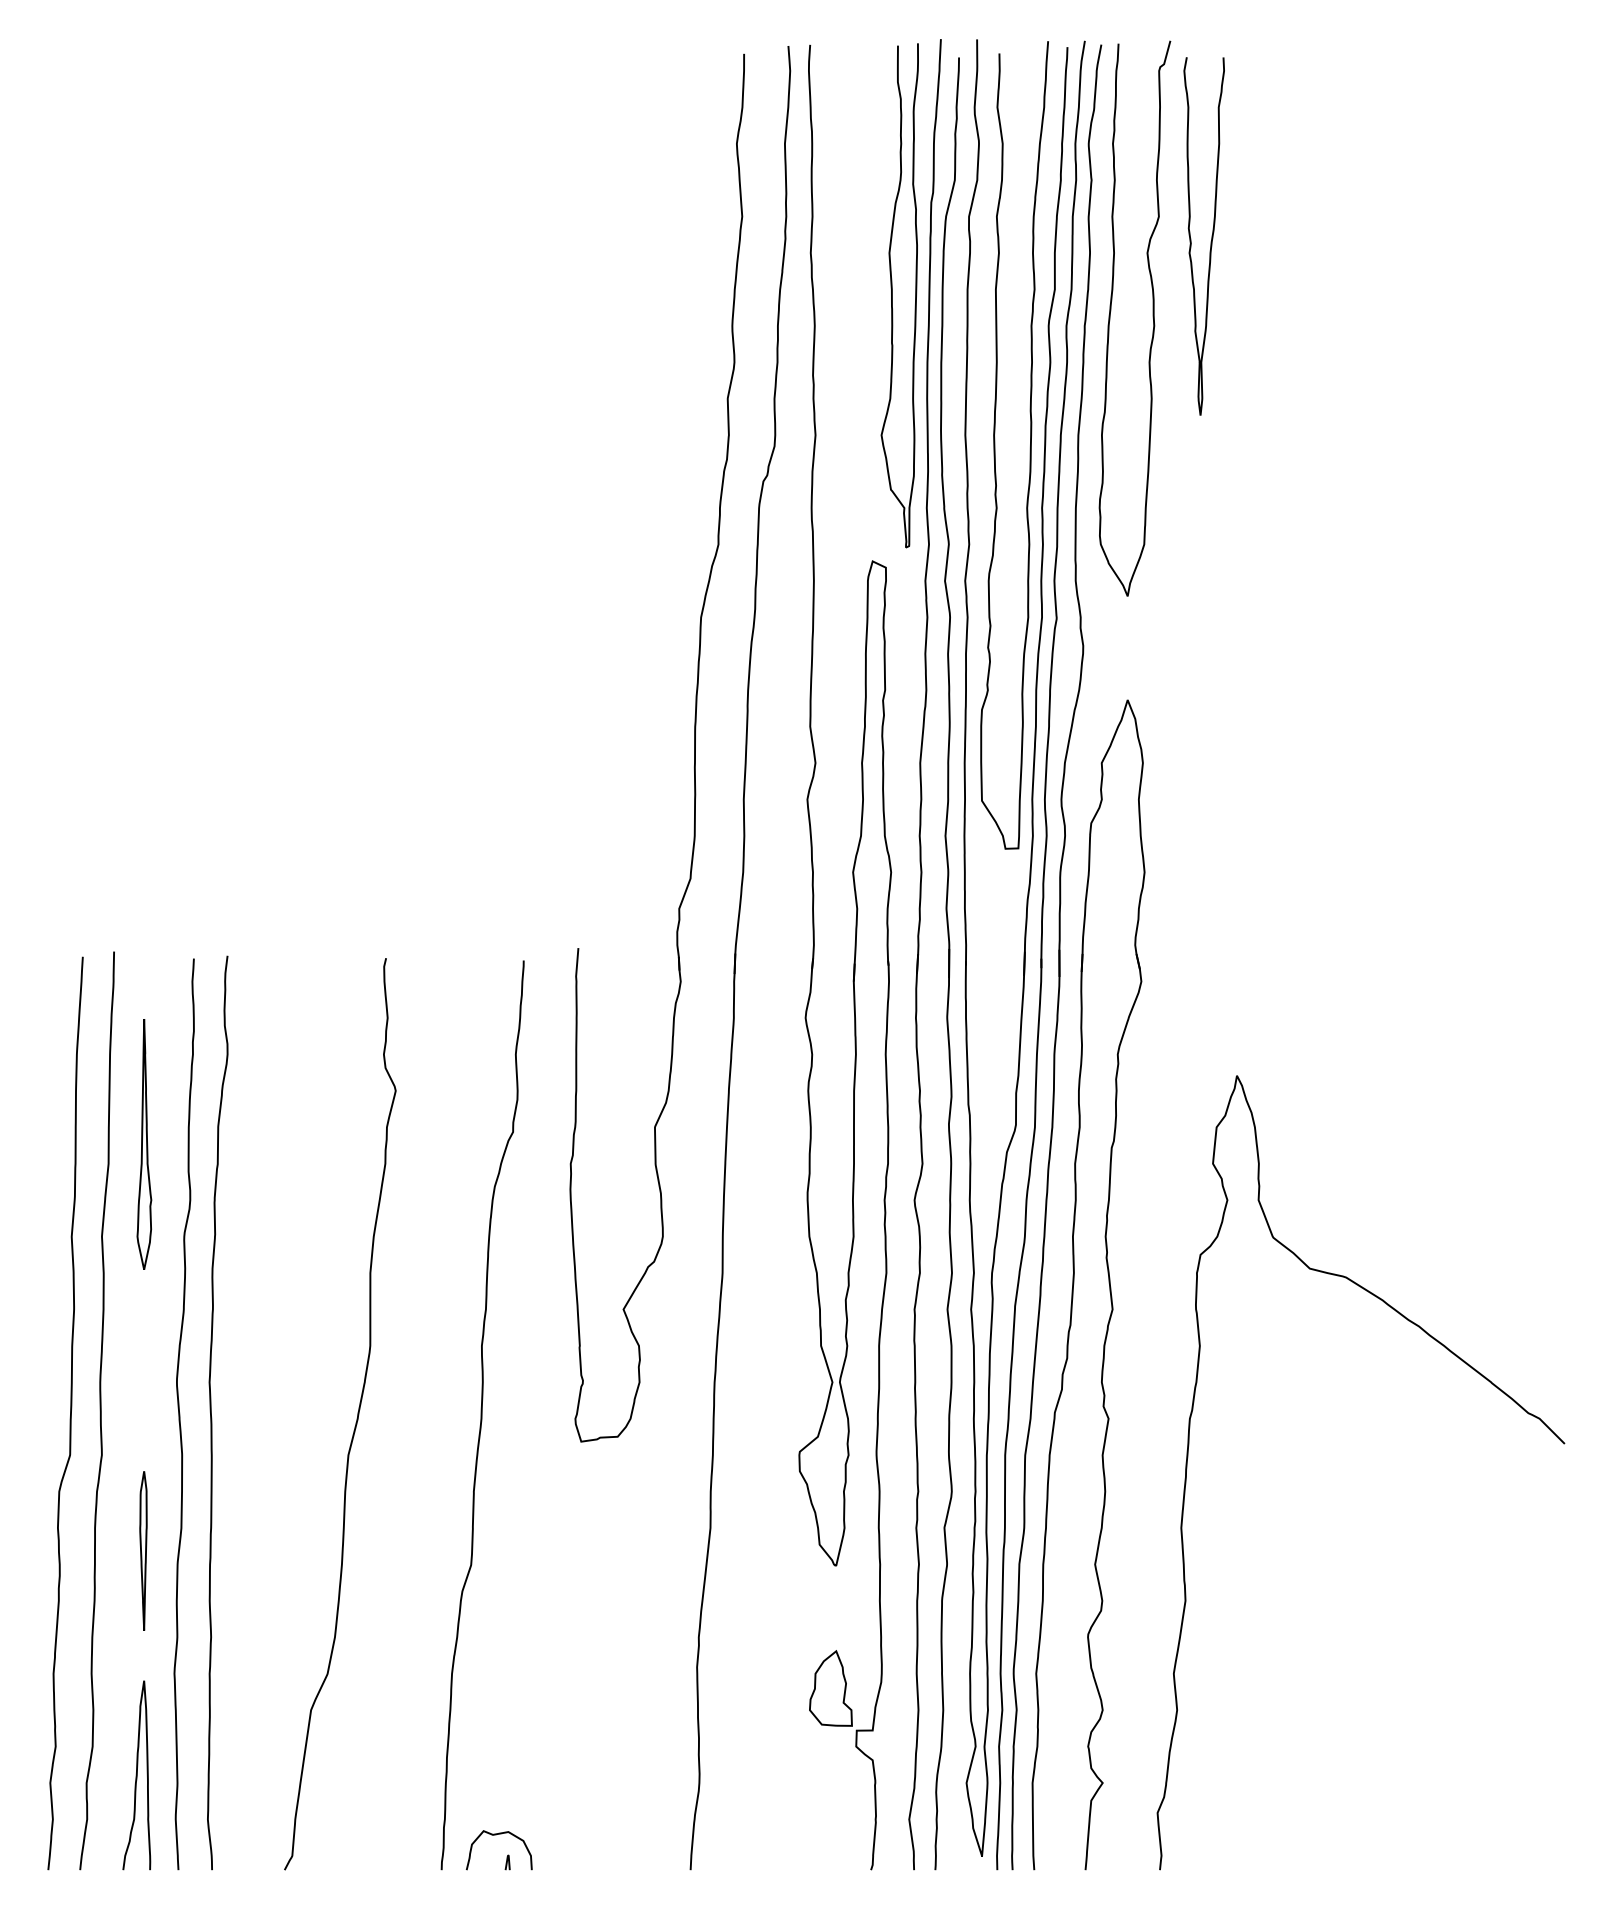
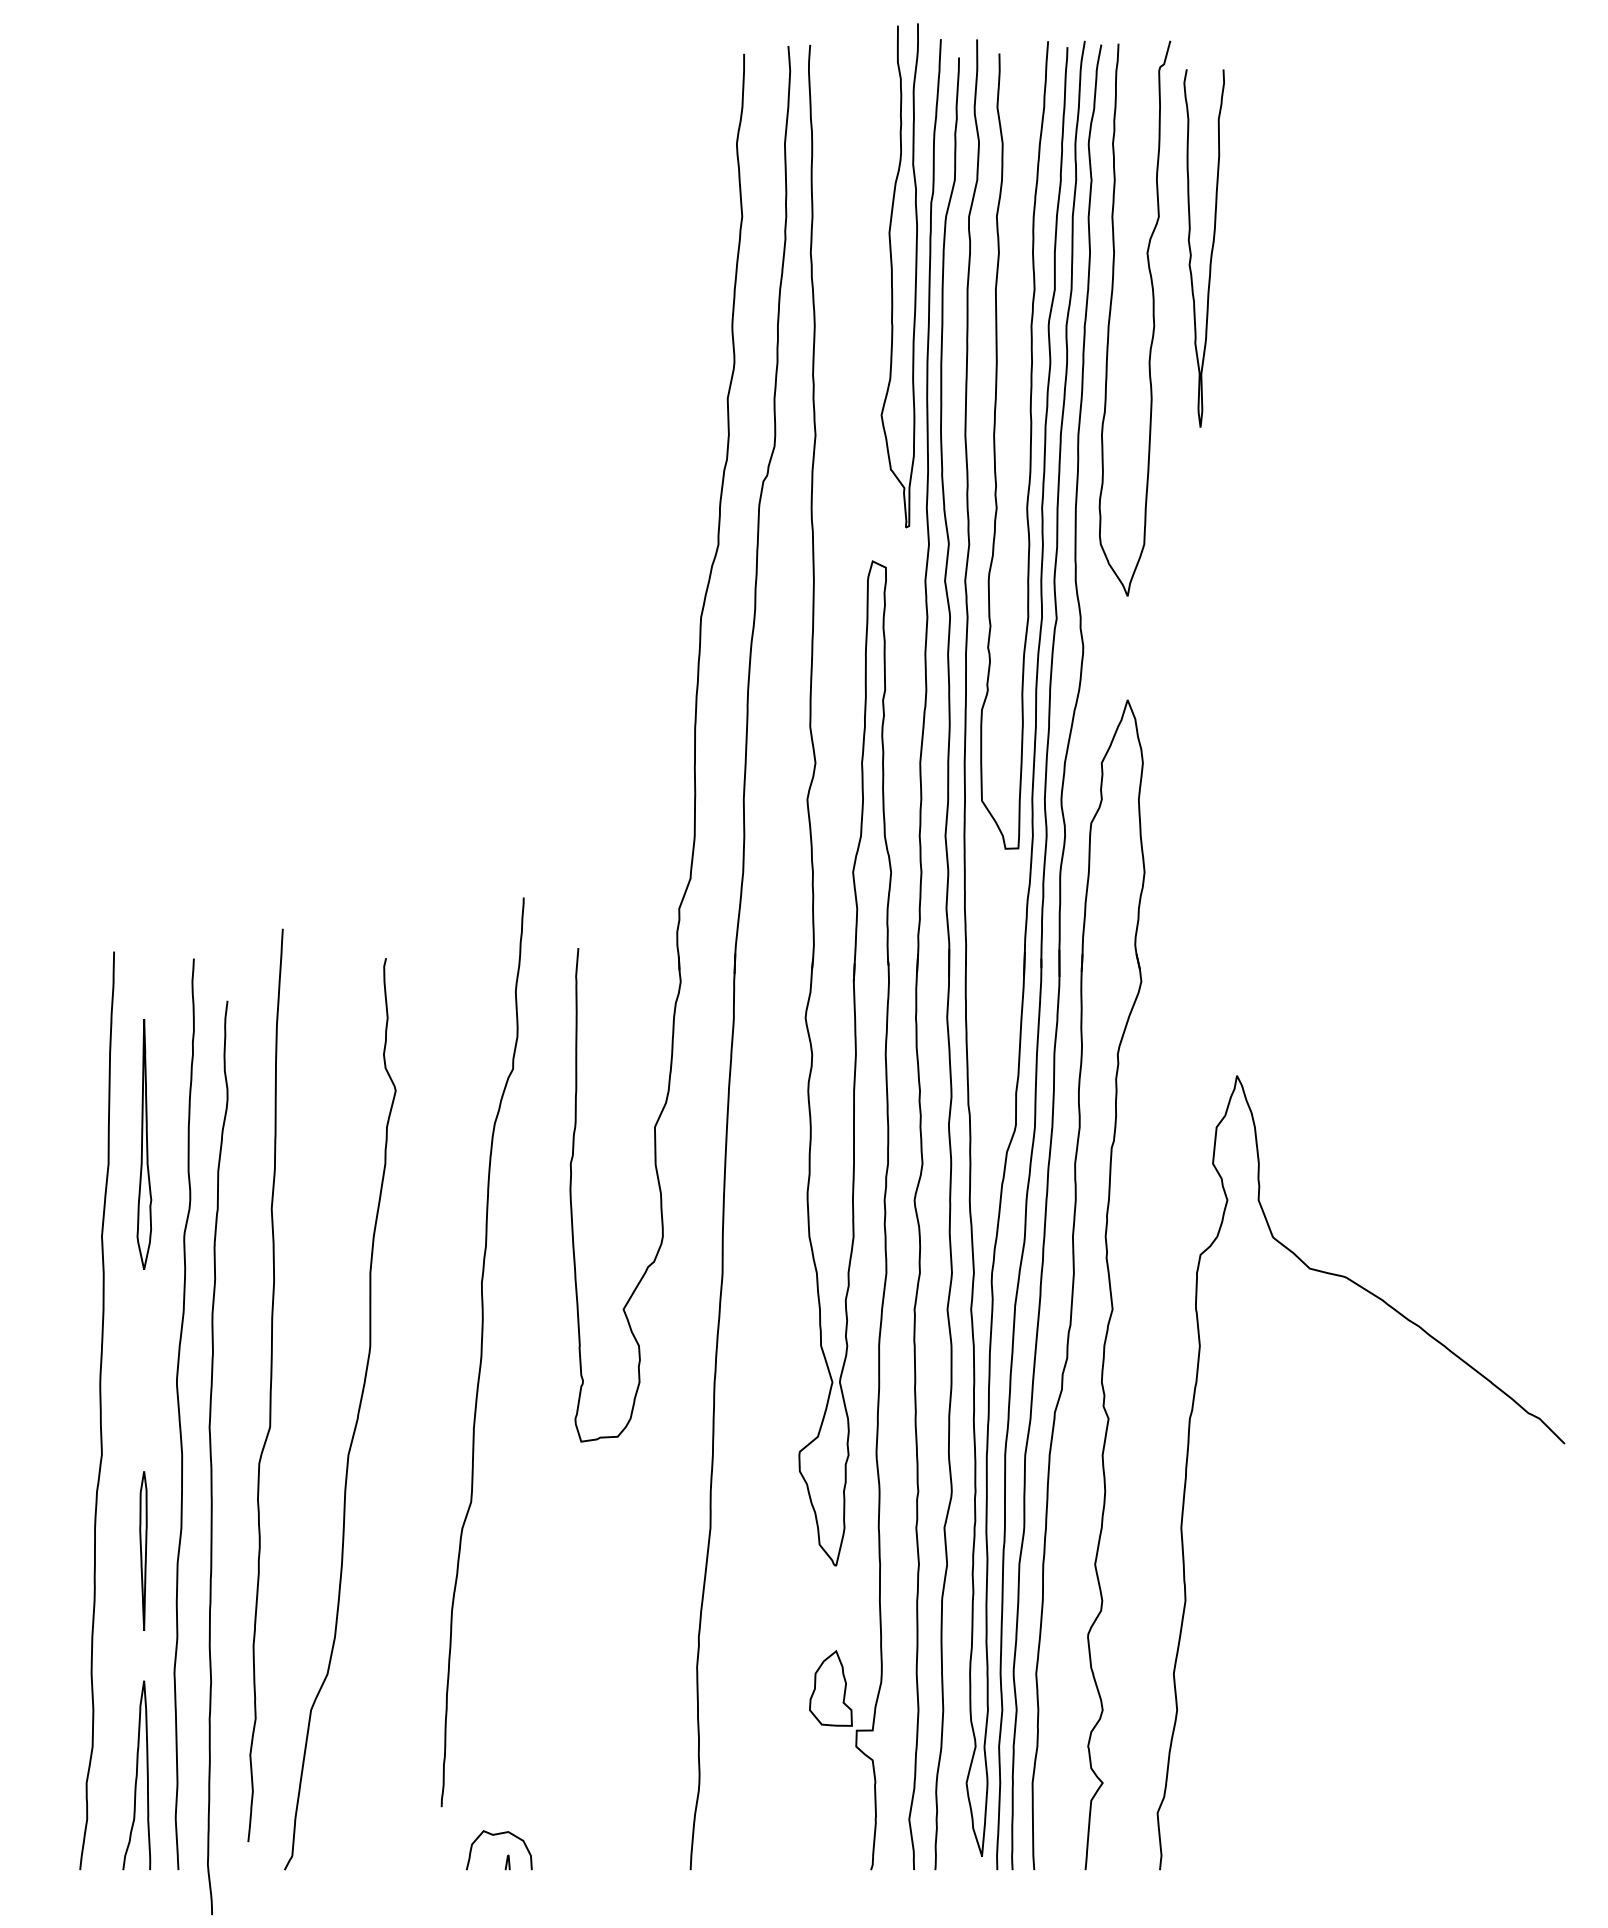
curve at (1211, 236) position: (1211, 236) -> (1211, 248)
curve at (892, 295) position: (892, 295) -> (892, 275)
curve at (211, 1412) position: (211, 1412) -> (211, 1457)
curve at (70, 1413) position: (70, 1413) -> (270, 1385)
curve at (482, 1415) position: (482, 1415) -> (482, 1352)
